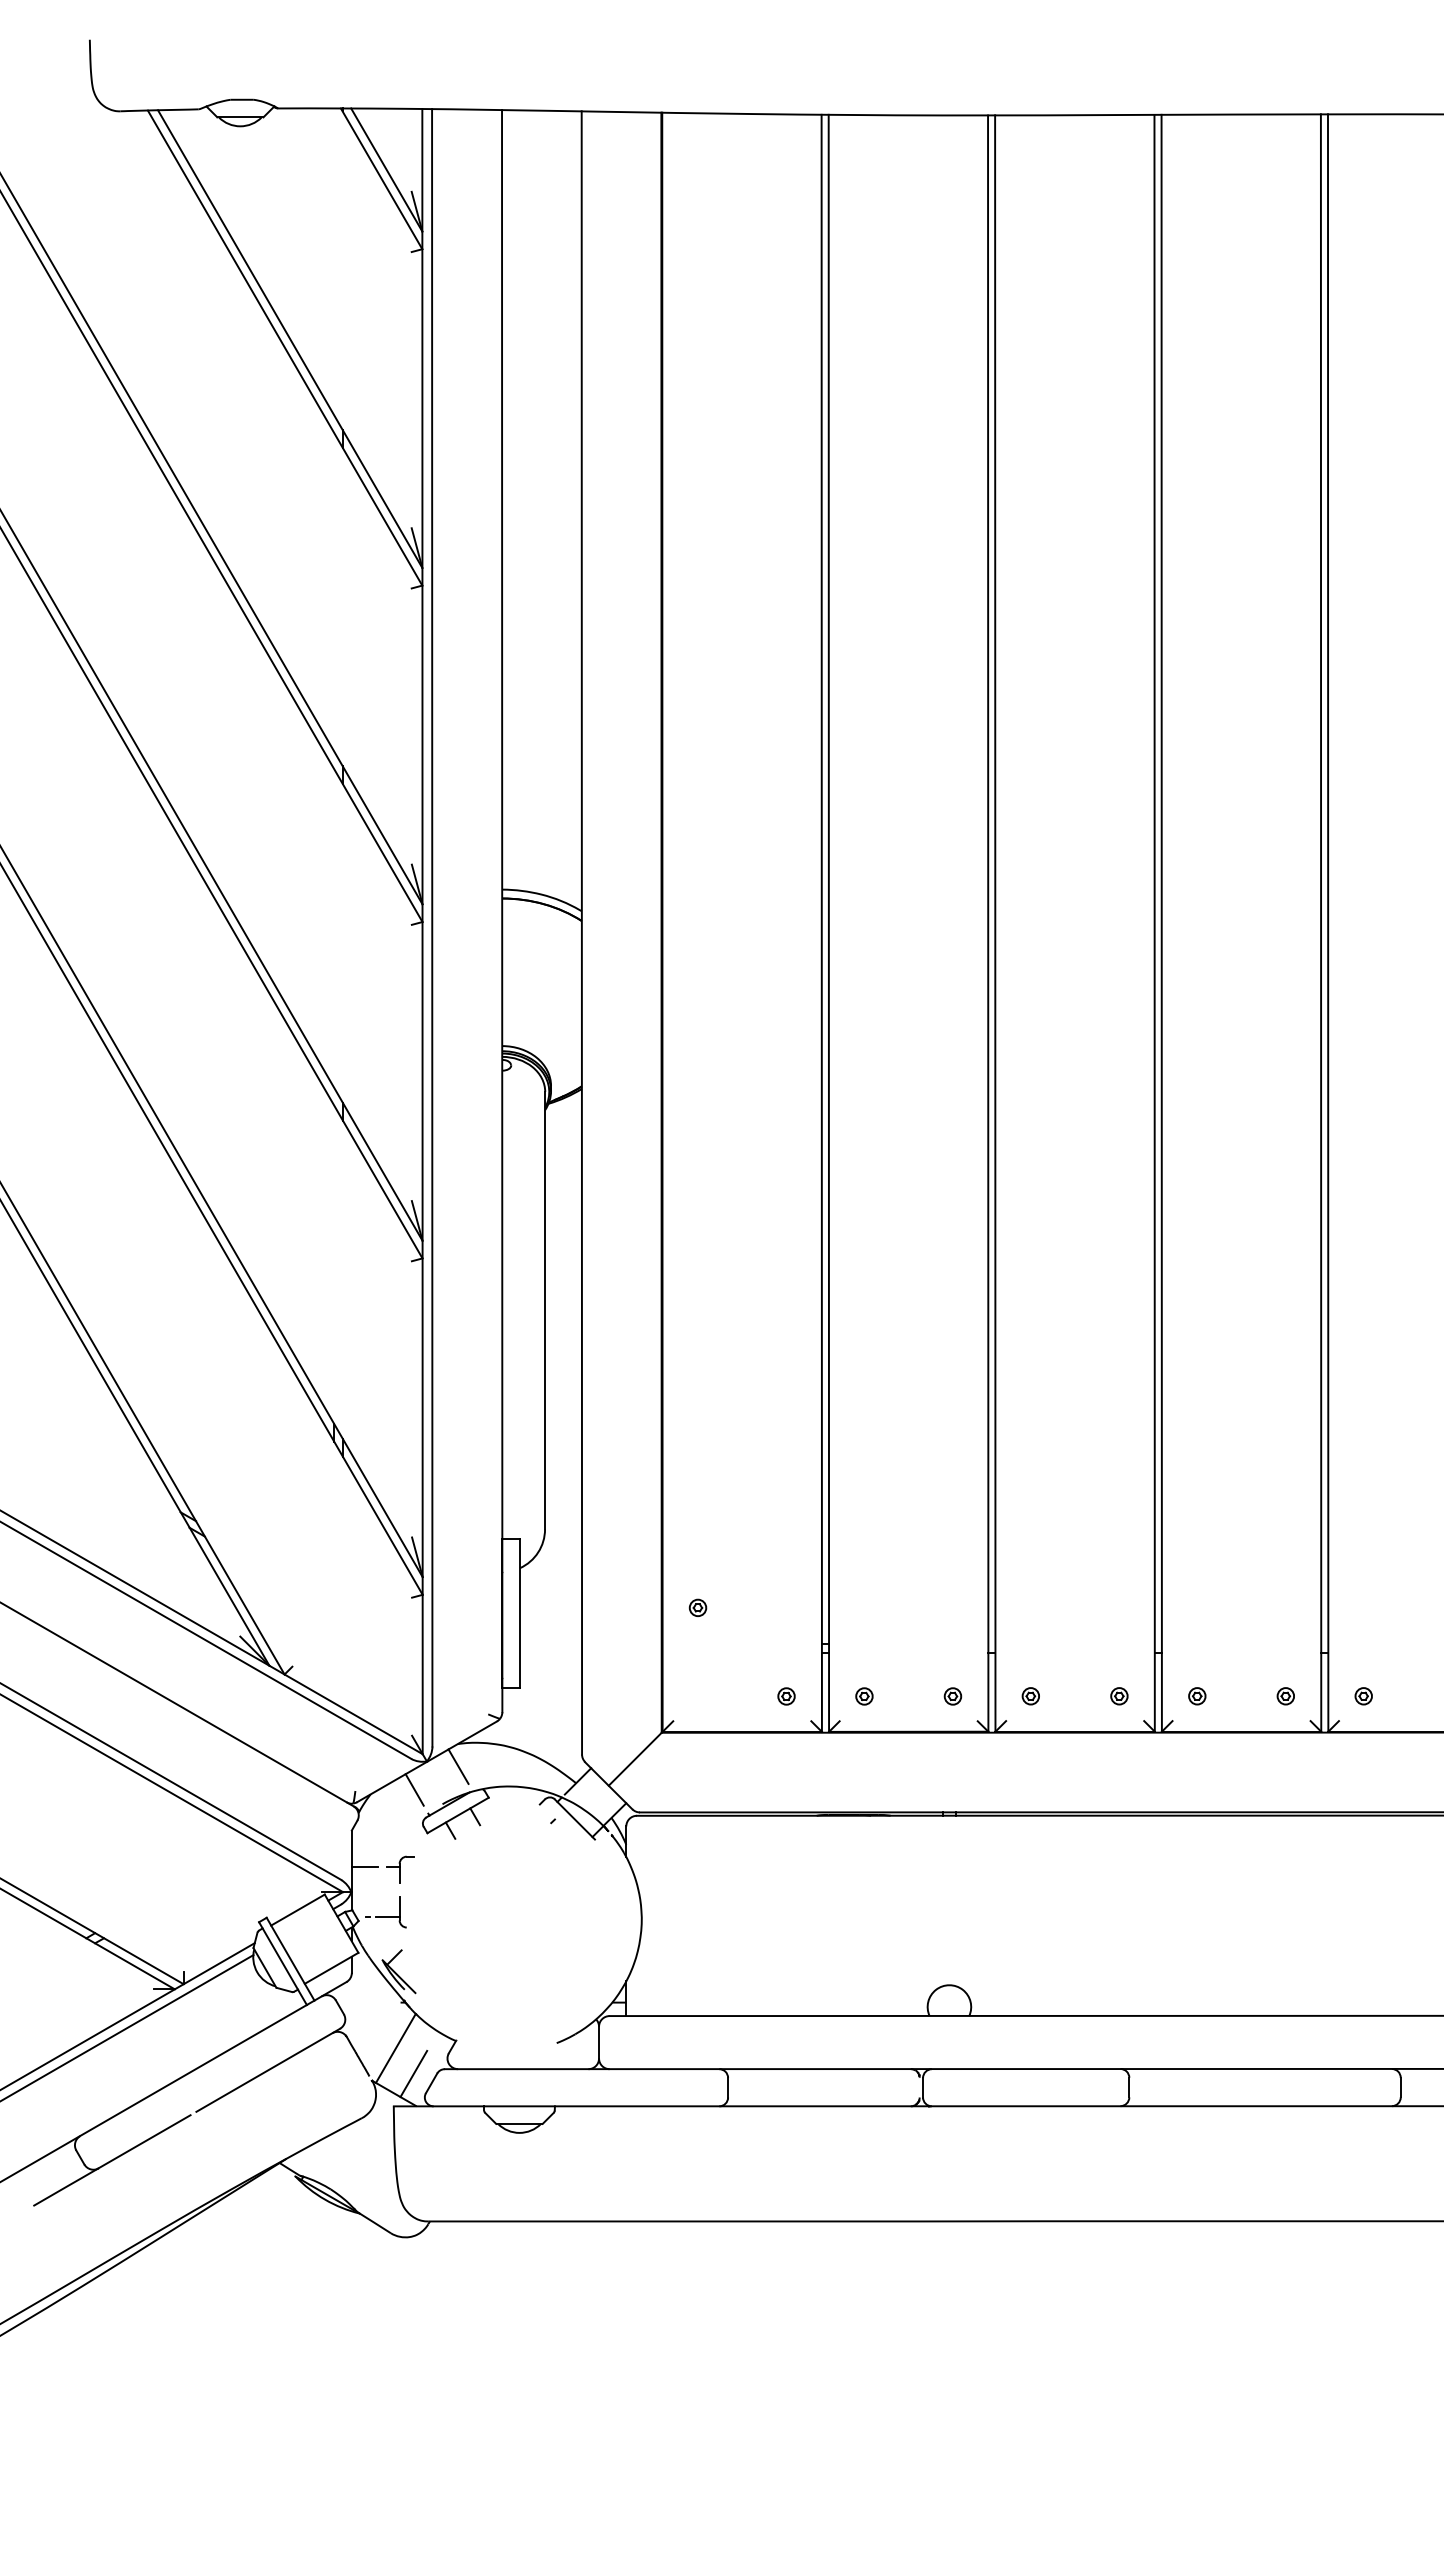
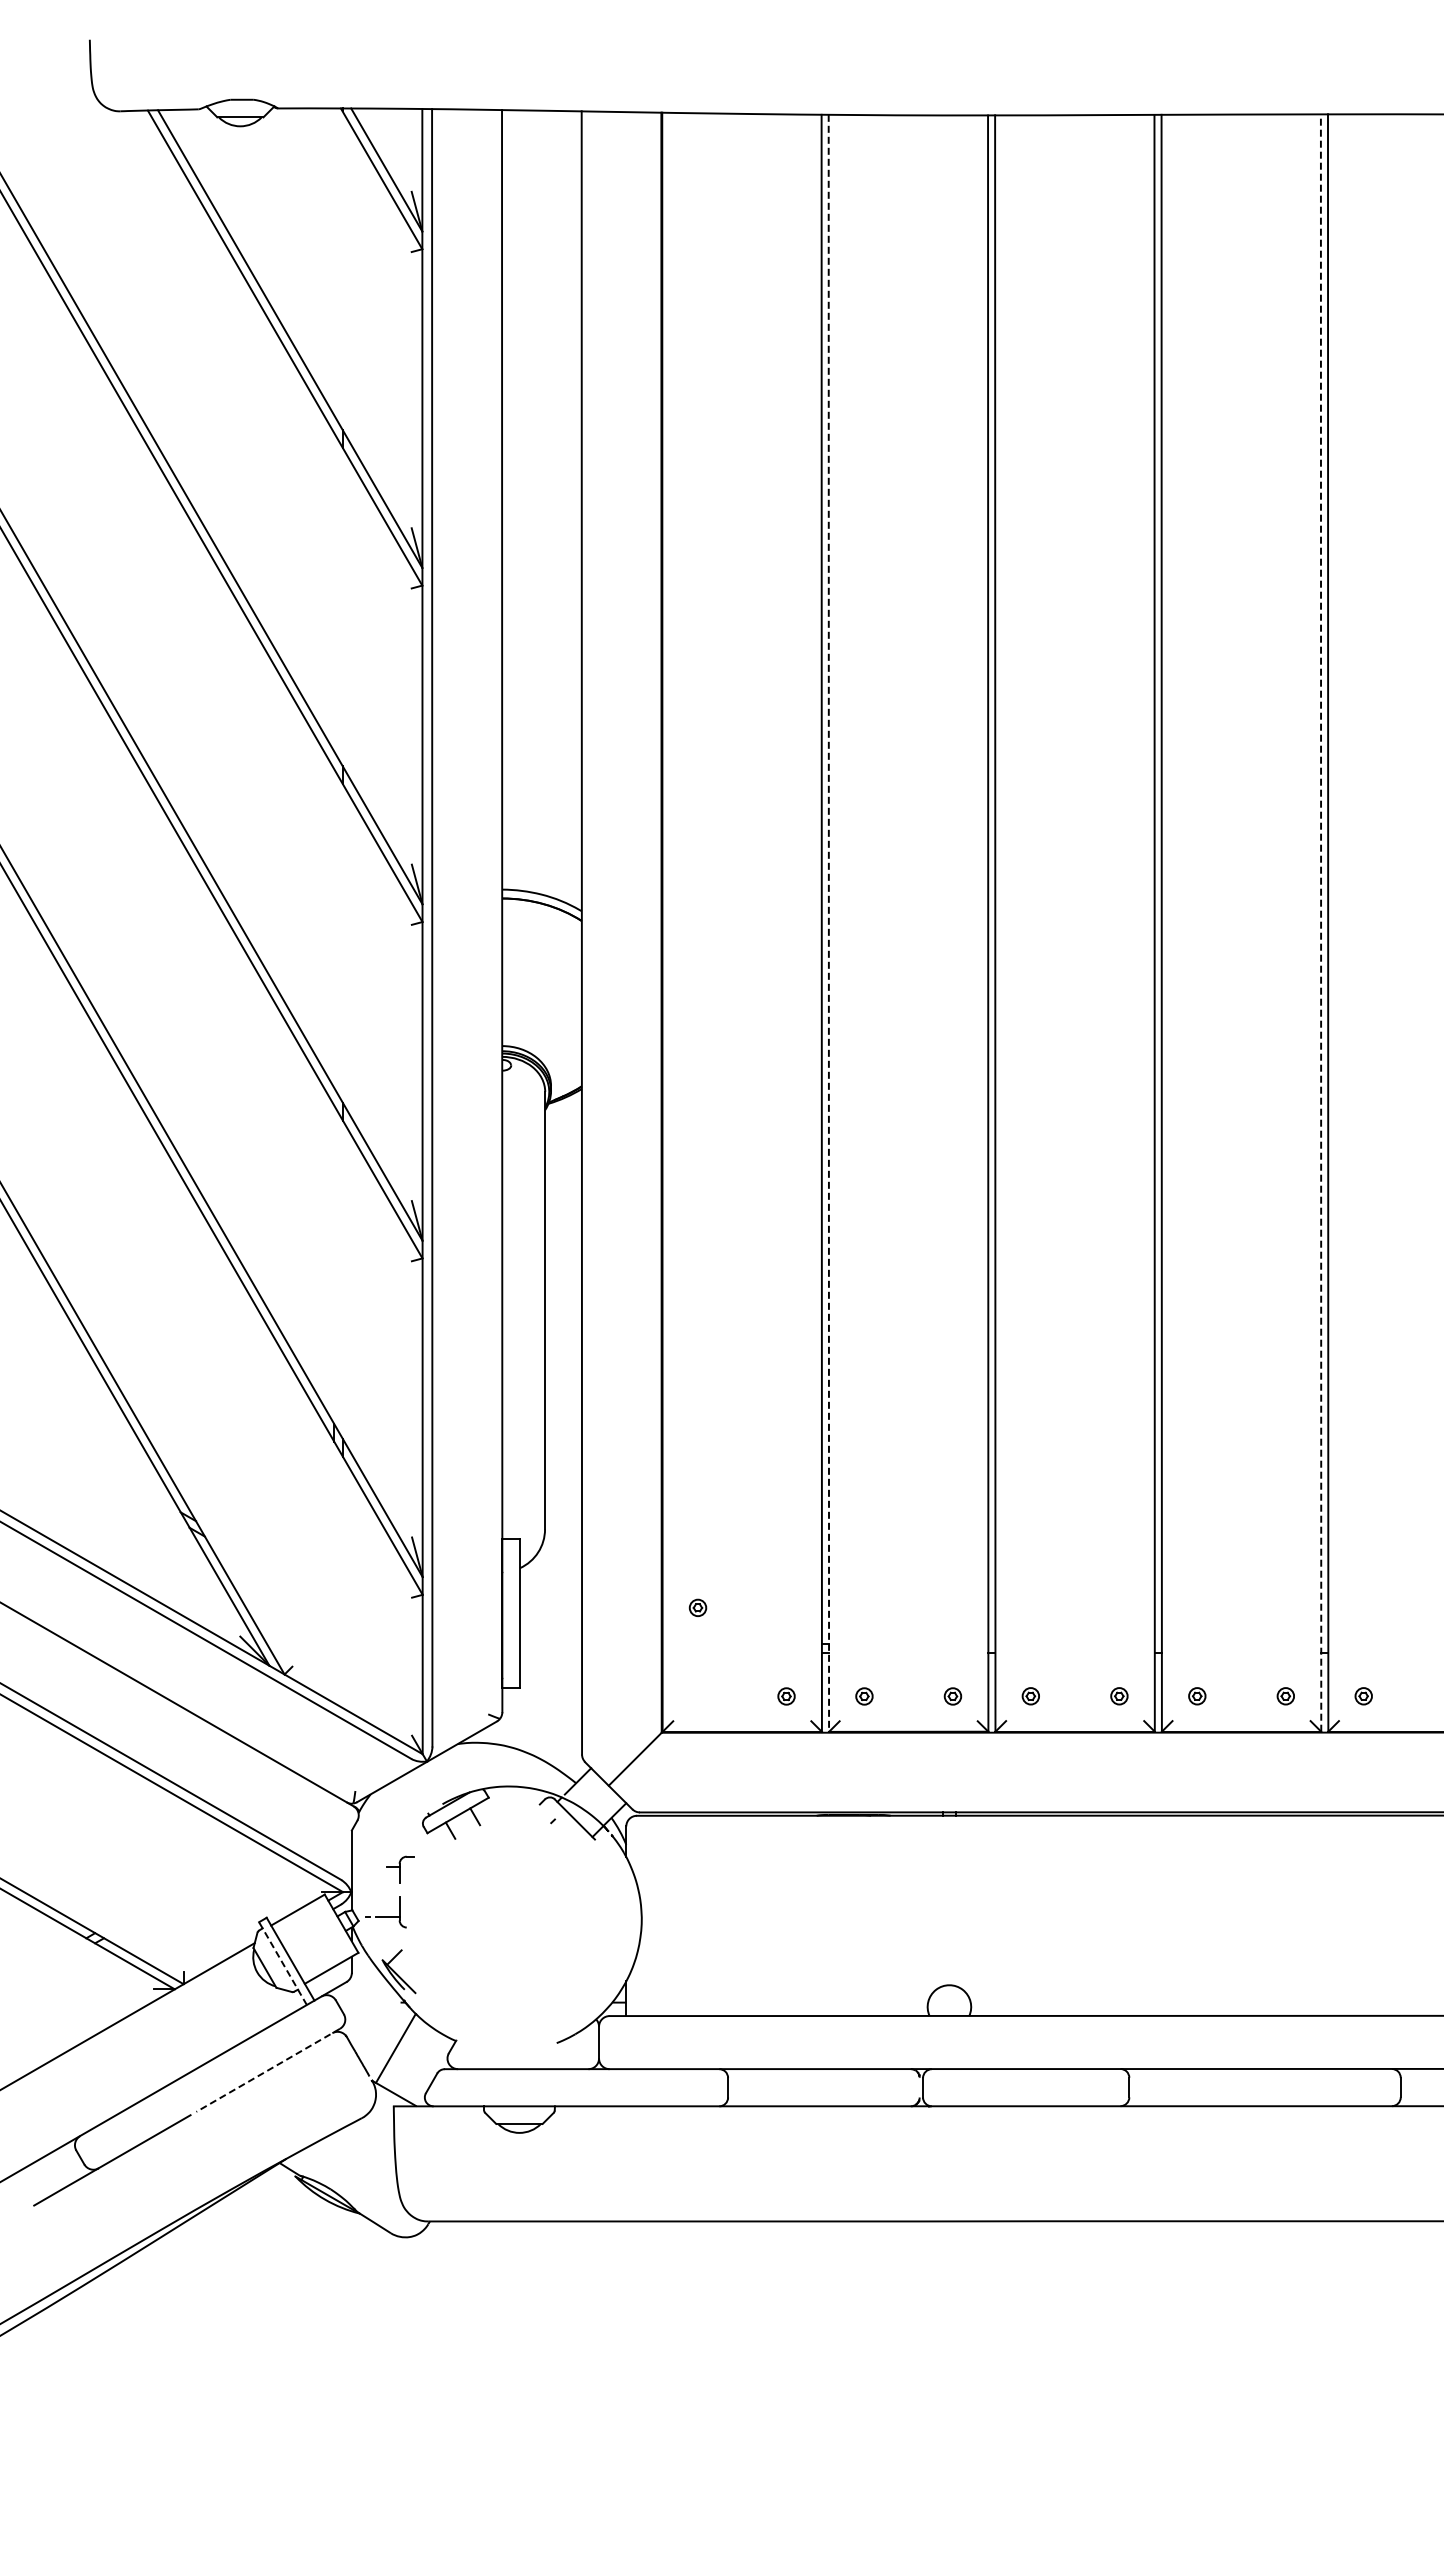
line at (828, 923): solid -> dashed
line at (1321, 923): solid -> dashed
line at (458, 1766): present -> none
line at (414, 1789): present -> none
line at (364, 1867): present -> none
line at (283, 1963): solid -> dashed
line at (127, 2027): present -> none
line at (268, 2070): solid -> dashed
line at (413, 2073): present -> none
